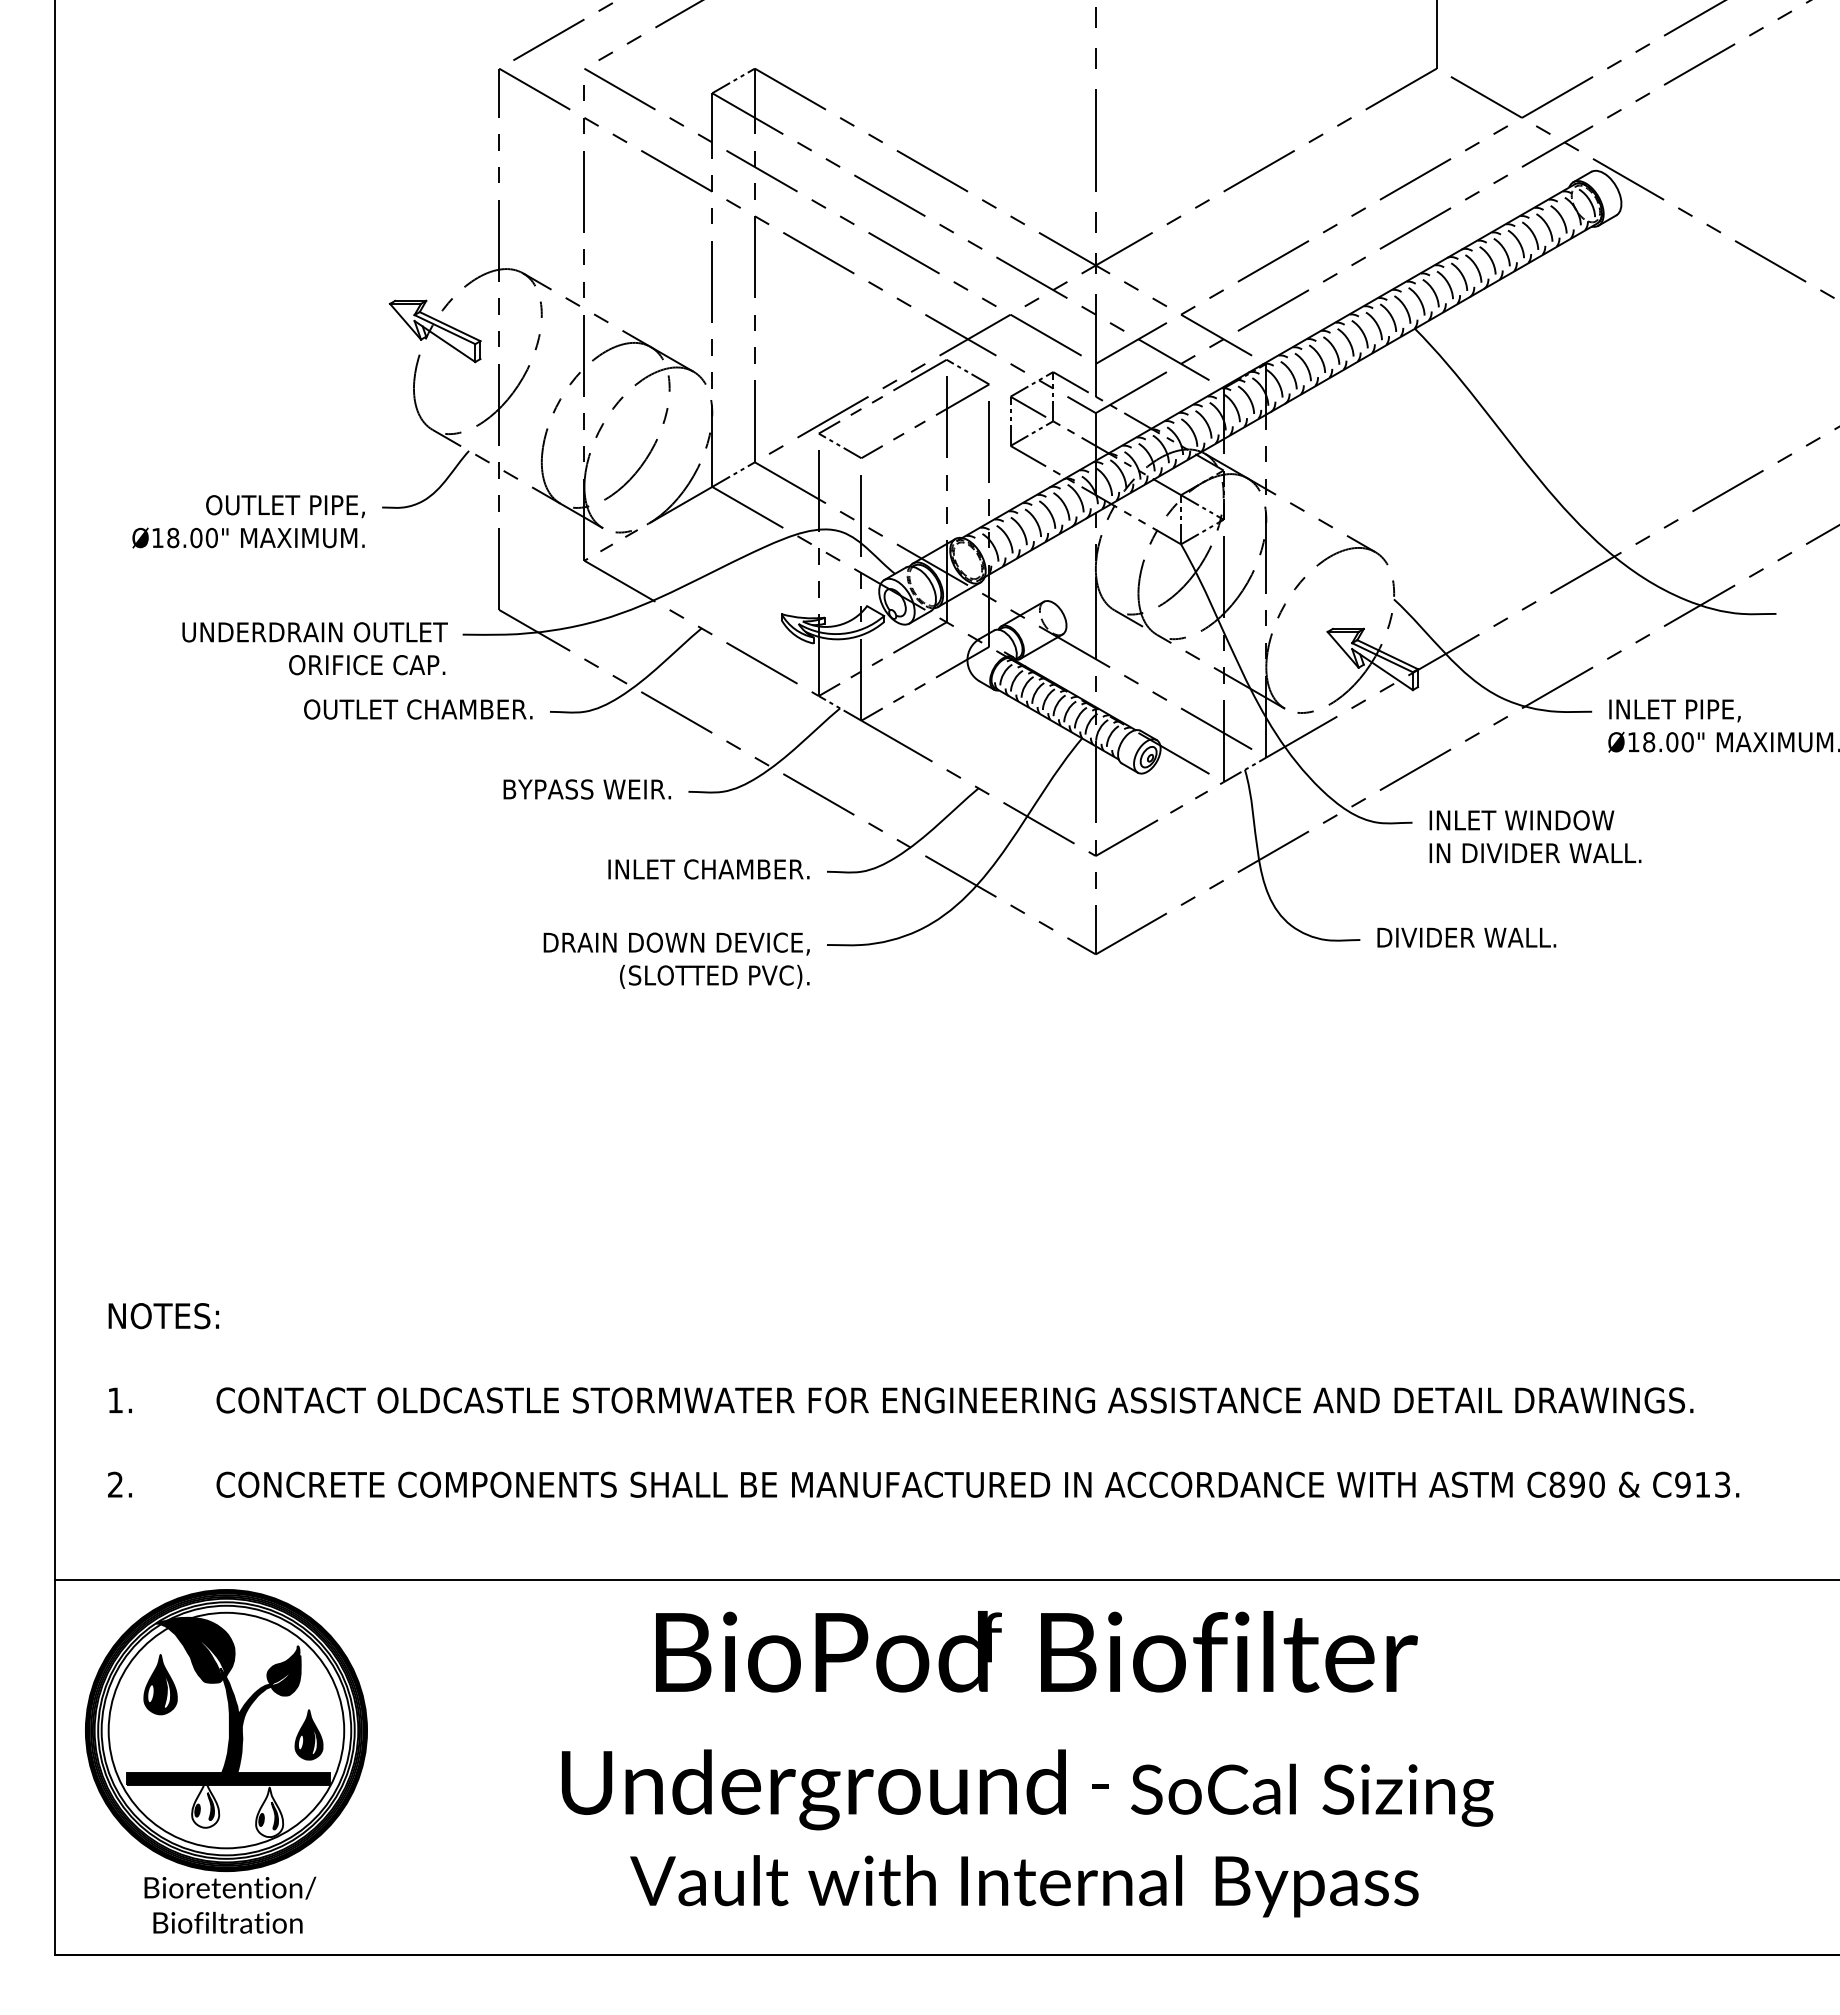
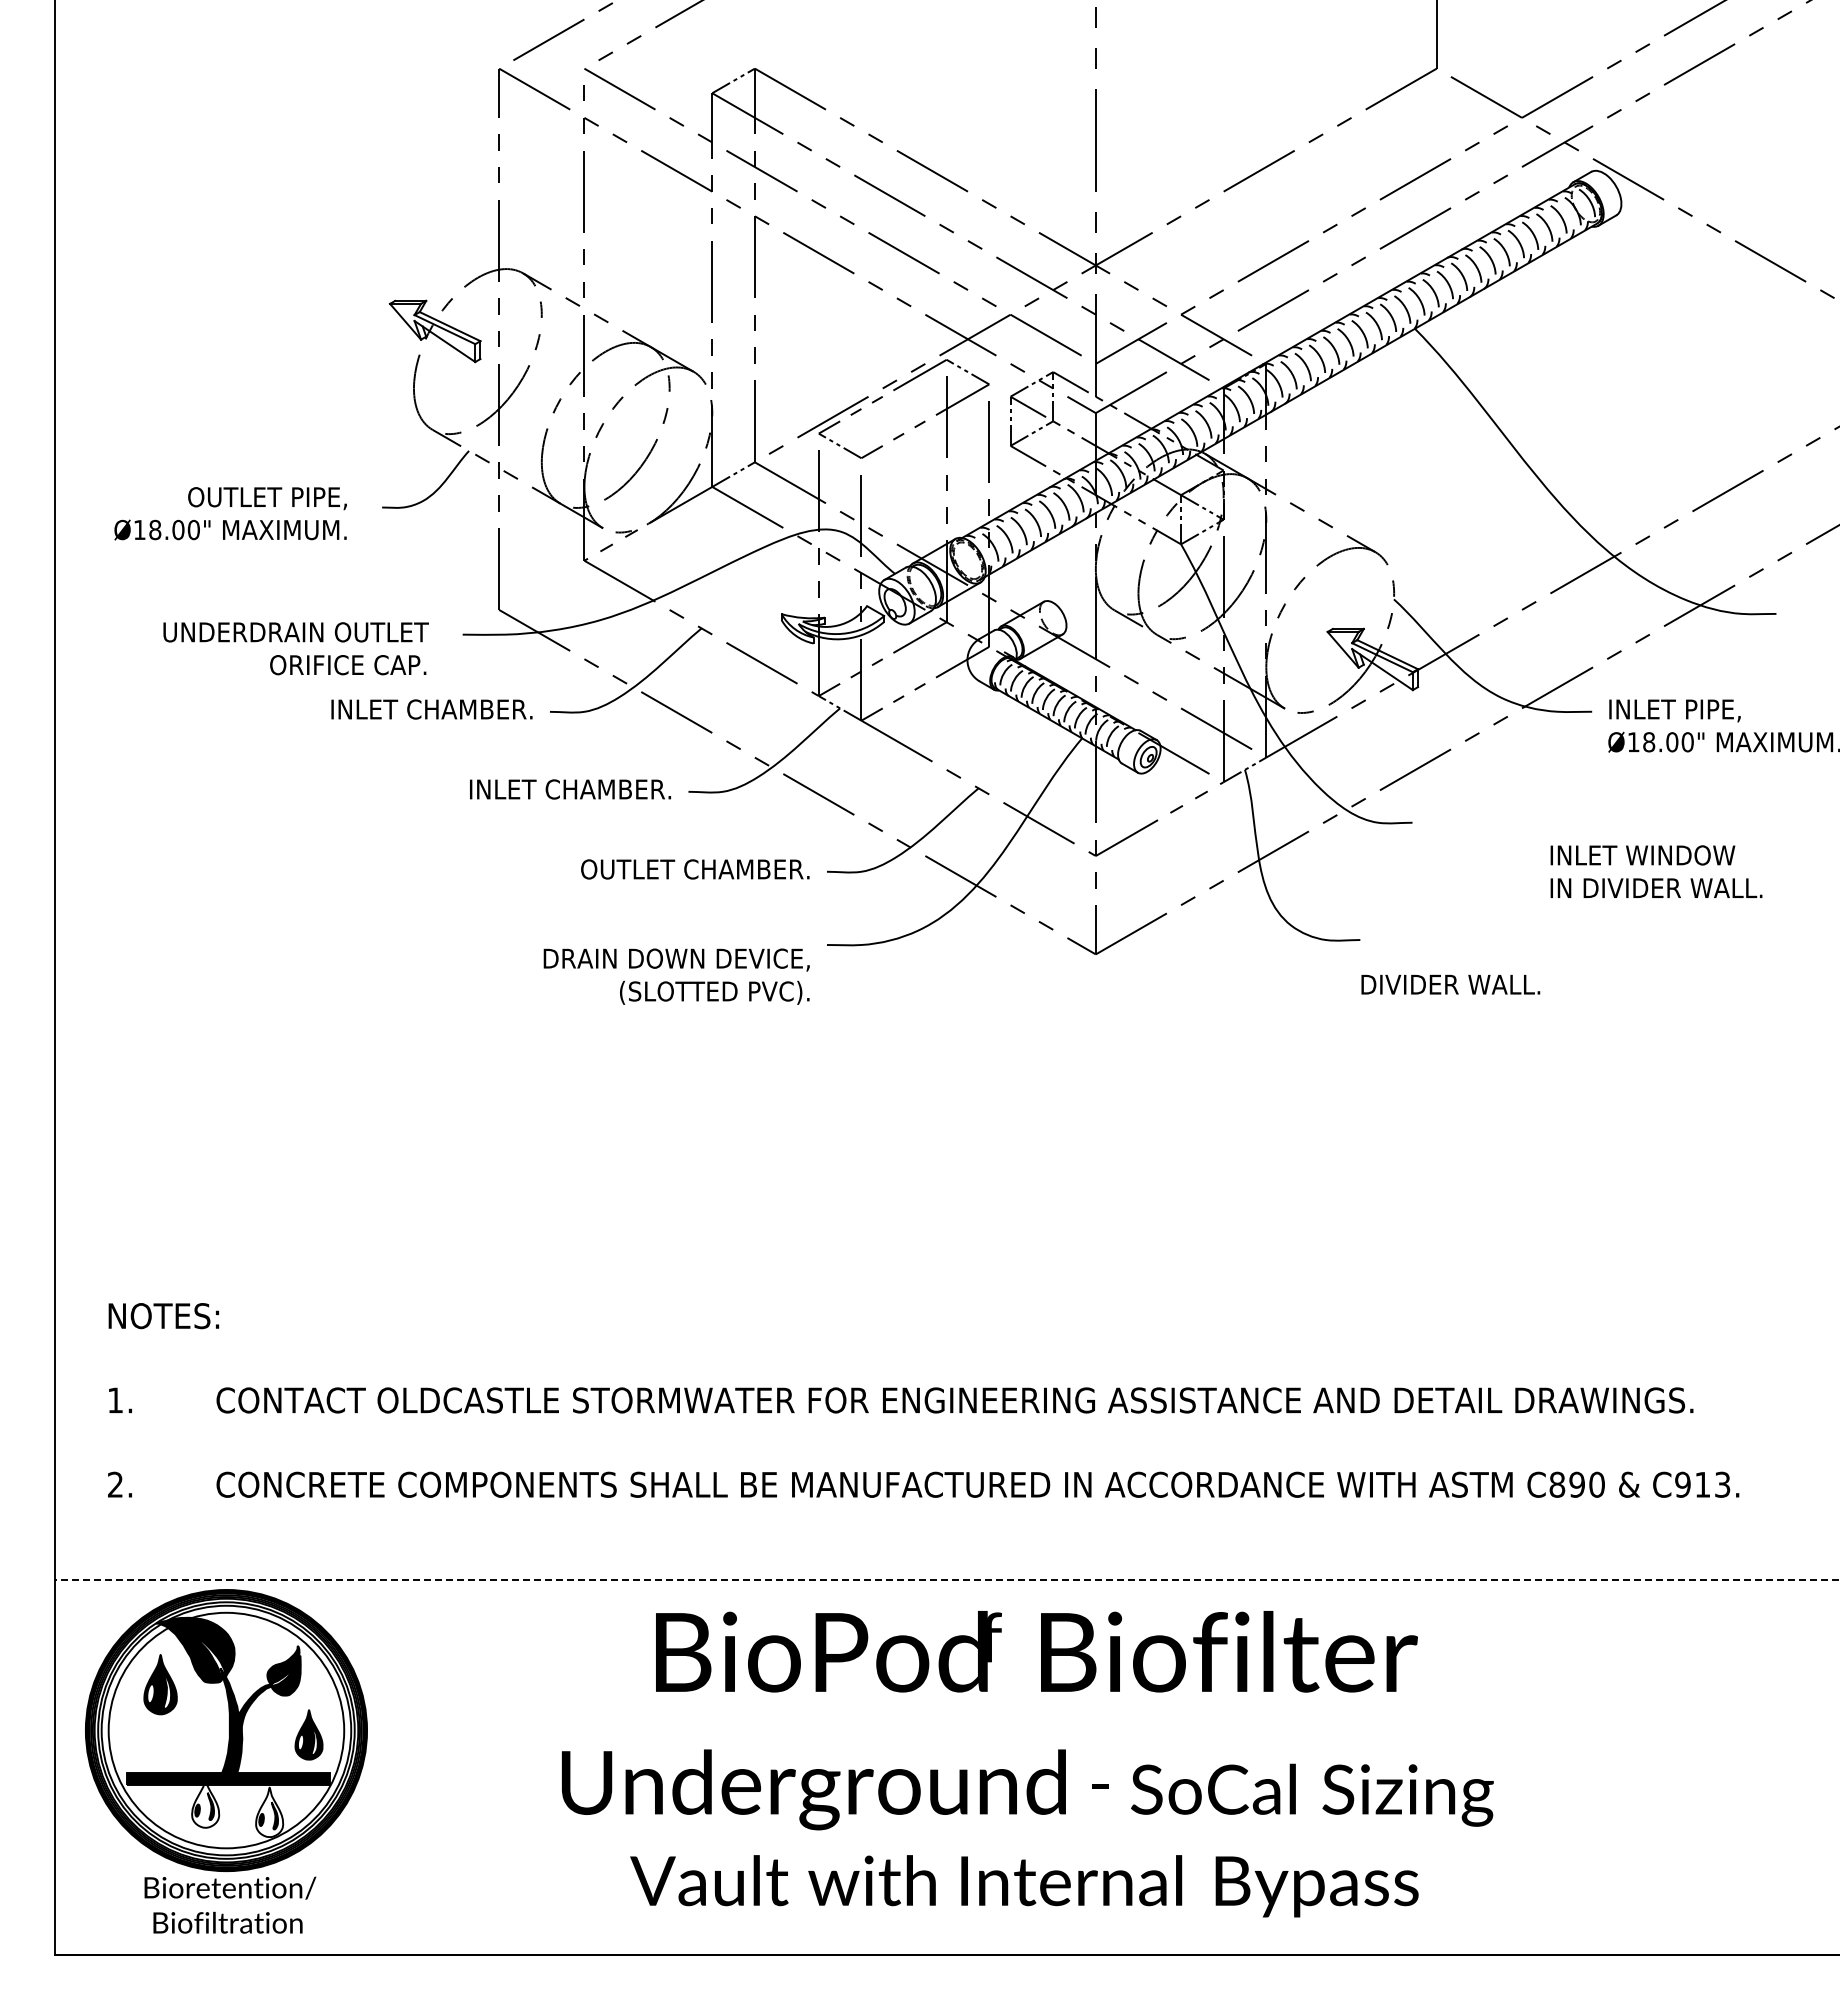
text at (248, 521) position: (248, 521) -> (230, 513)
text at (314, 648) position: (314, 648) -> (295, 648)
text at (329, 709): OUTLET CHAMBER. -> INLET CHAMBER.
text at (558, 789): BYPASS WEIR. -> INLET CHAMBER.
text at (1535, 836) position: (1535, 836) -> (1656, 871)
text at (606, 869): INLET CHAMBER. -> OUTLET CHAMBER.
text at (1466, 937) position: (1466, 937) -> (1450, 984)
text at (676, 960) position: (676, 960) -> (676, 976)
line at (947, 1579): solid -> dashed
